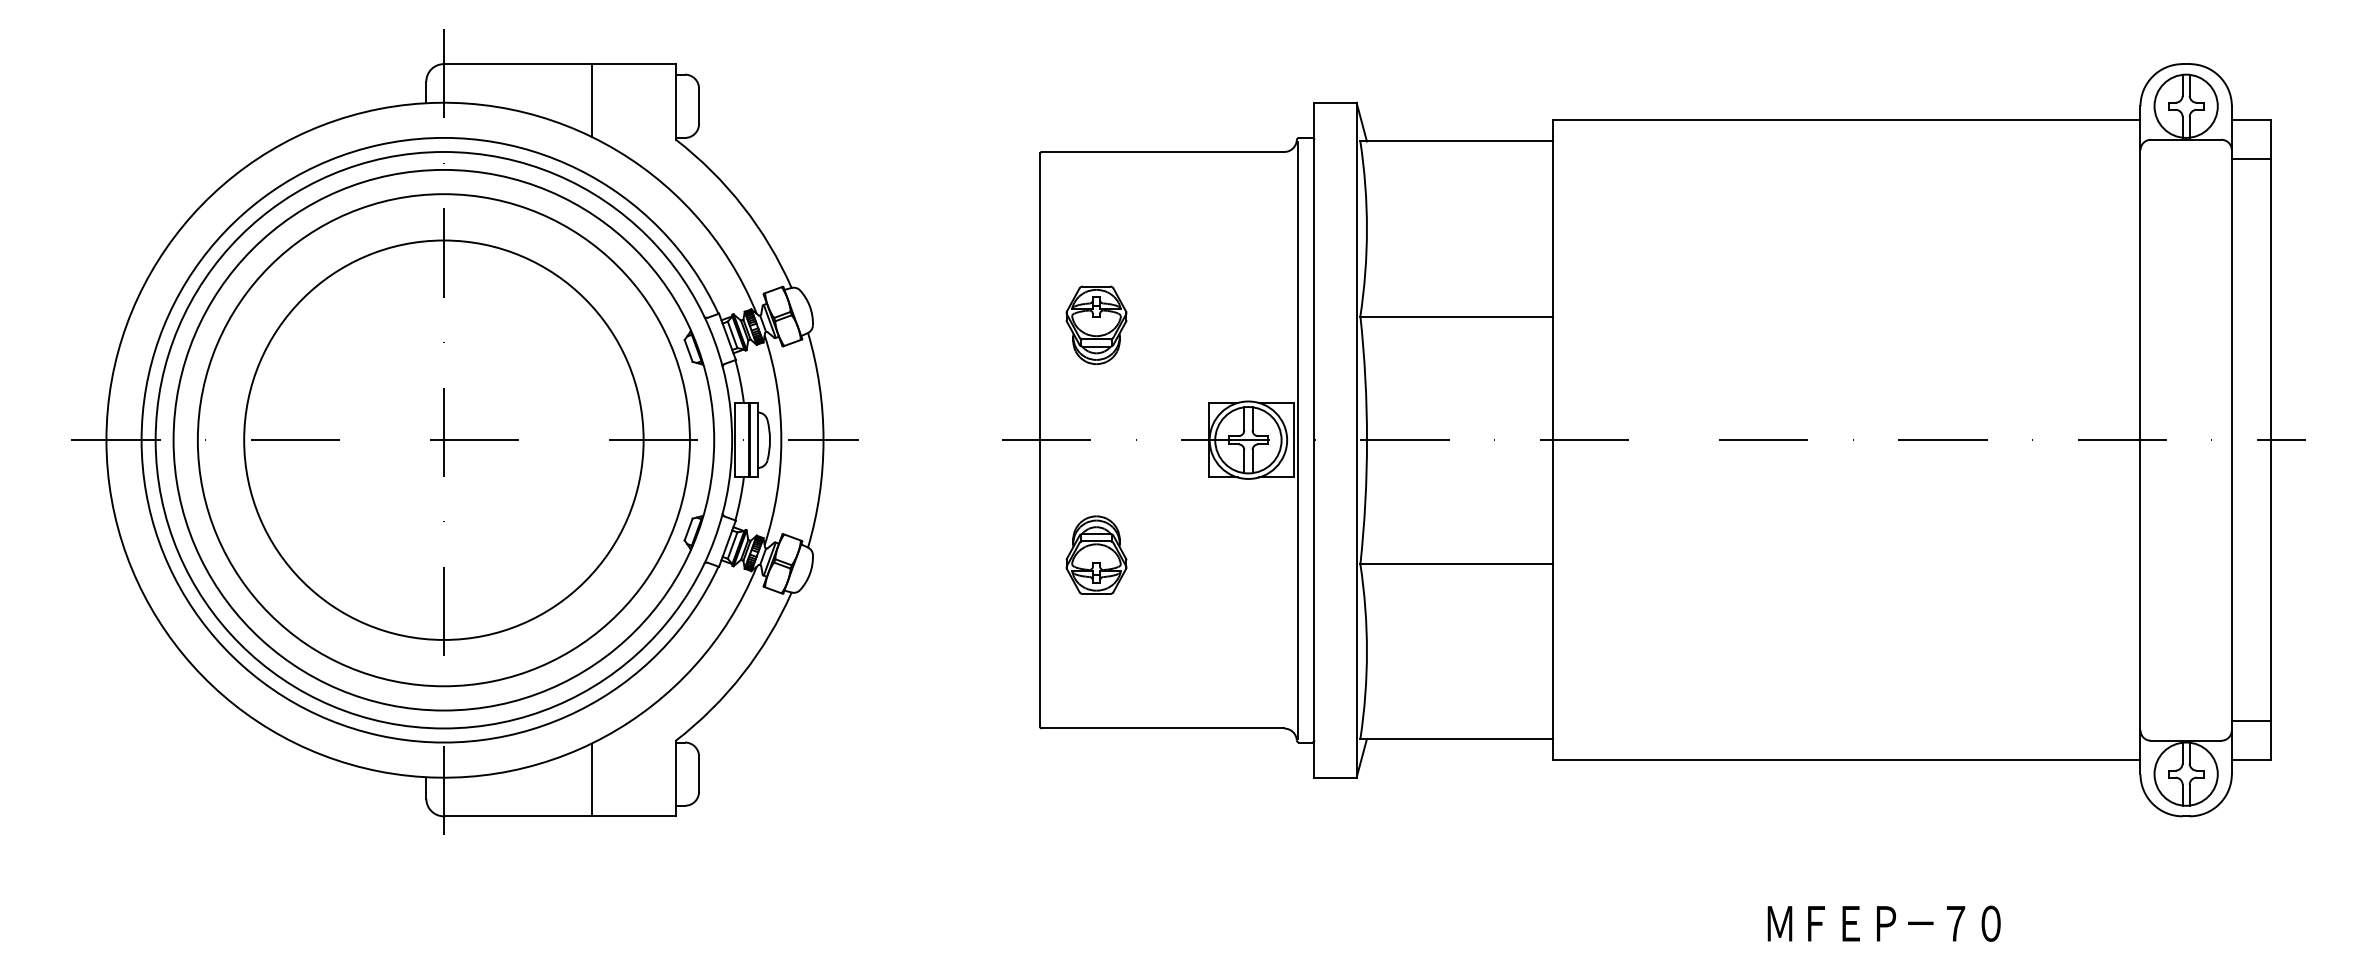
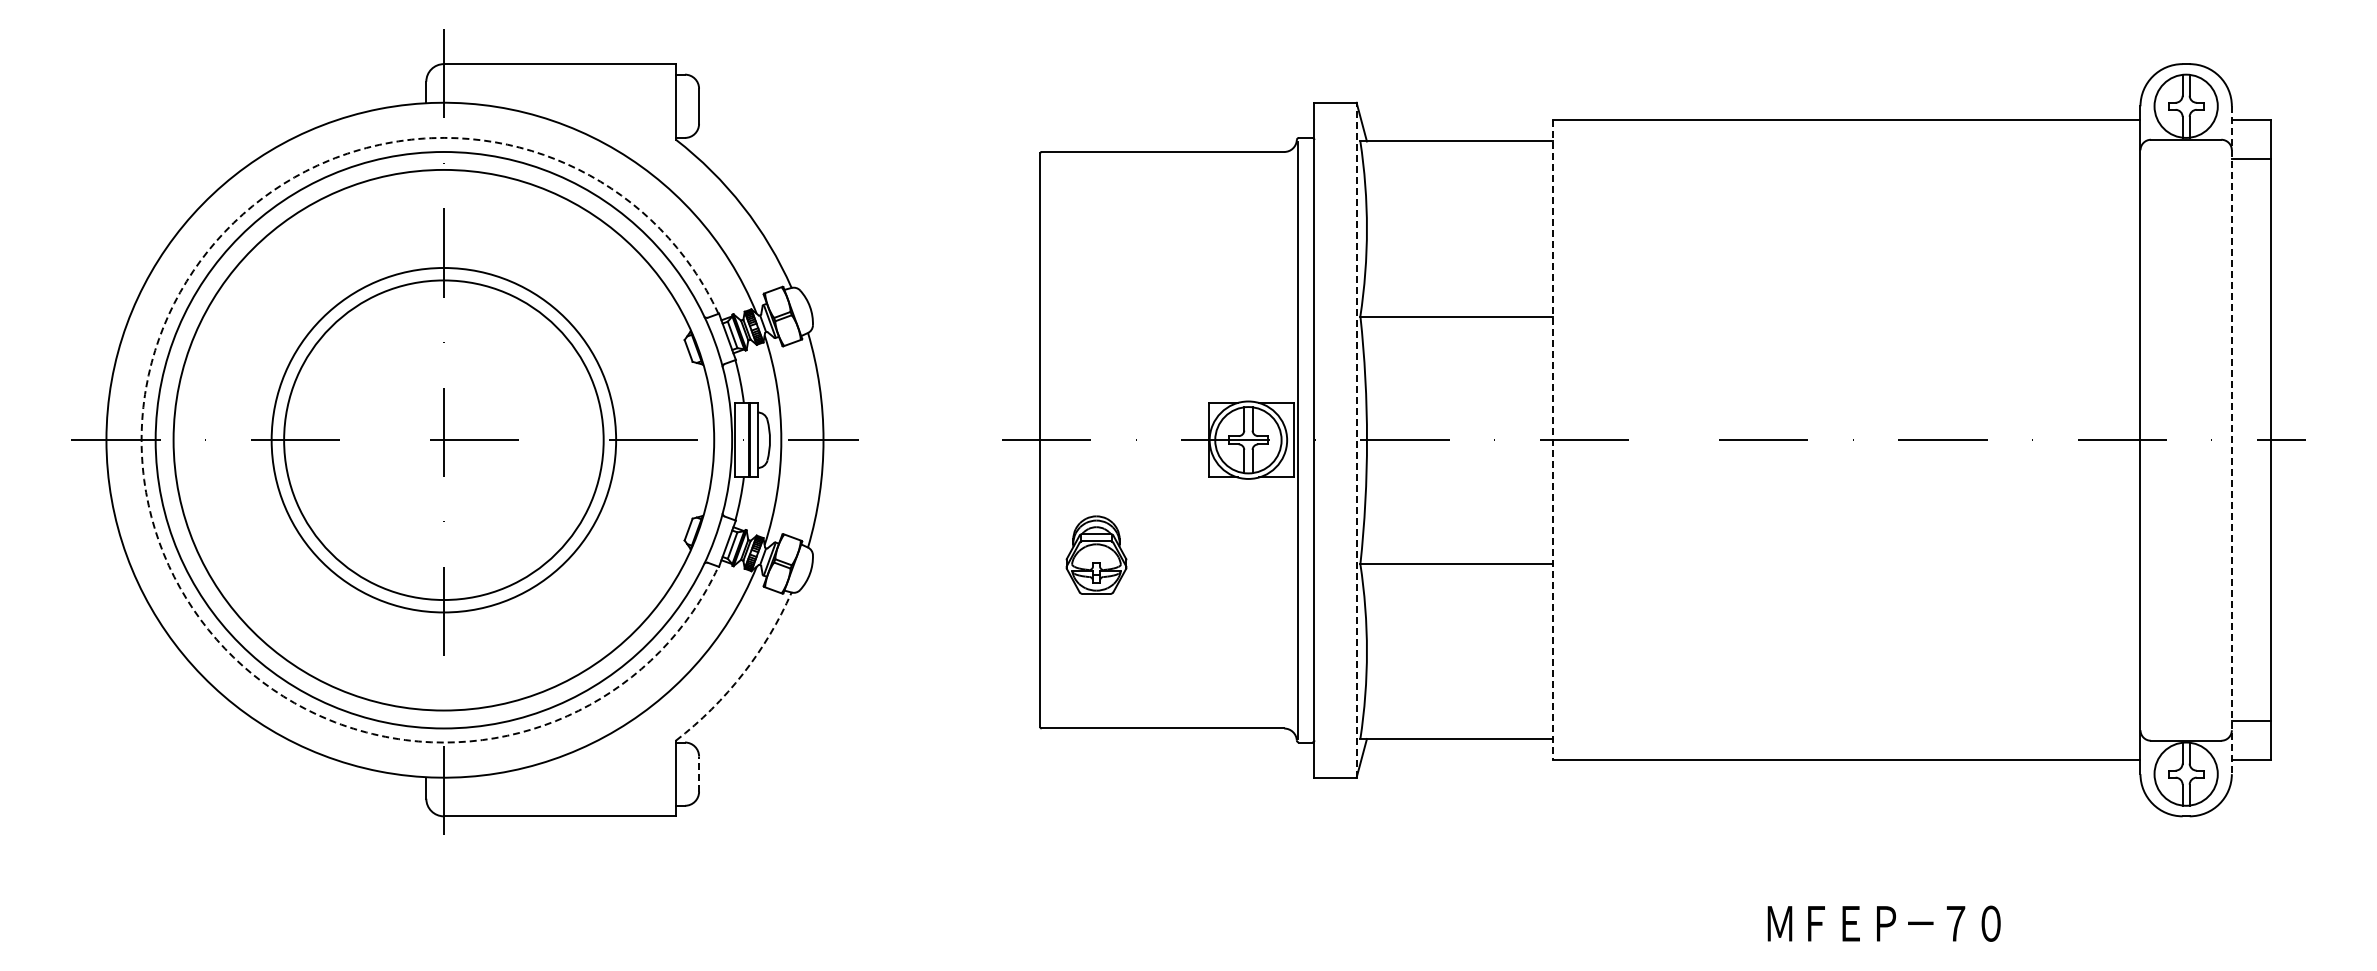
line at (591, 100): present -> none
part at (1096, 324): present -> none
circle at (443, 439) diameter: 399 px -> 320 px
line at (1356, 439): solid -> dashed
arc at (141, 440): solid -> dashed
circle at (443, 440) diameter: 492 px -> 344 px
line at (1553, 440): solid -> dashed
line at (2231, 440): solid -> dashed
arc at (743, 673): solid -> dashed
line at (699, 774): solid -> dashed
line at (591, 779): present -> none
